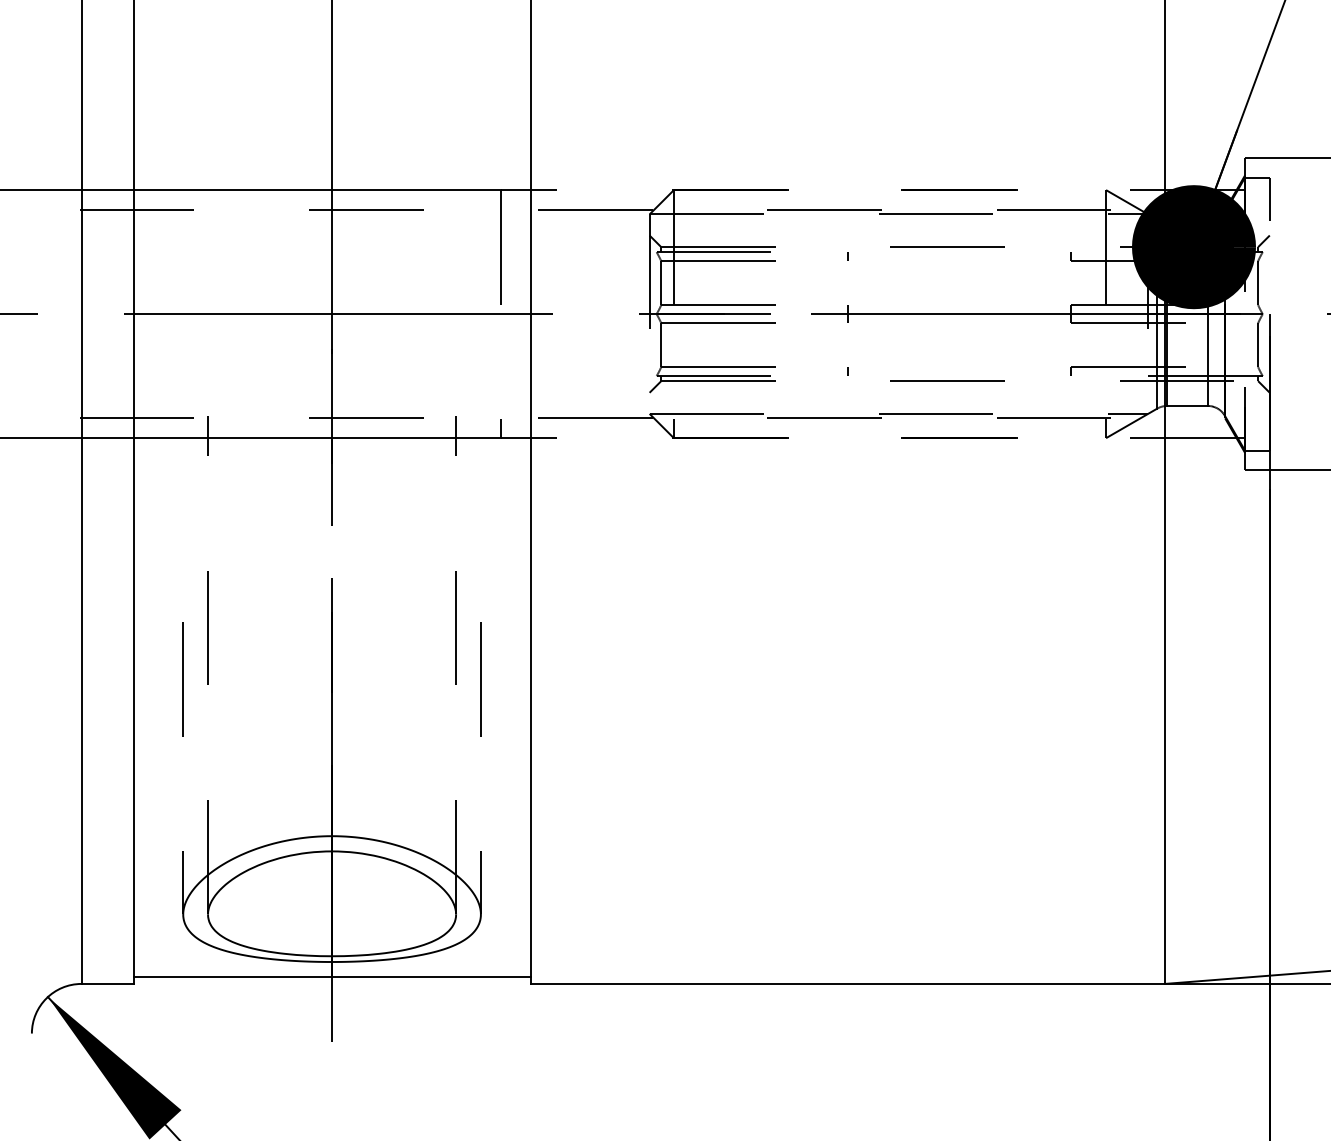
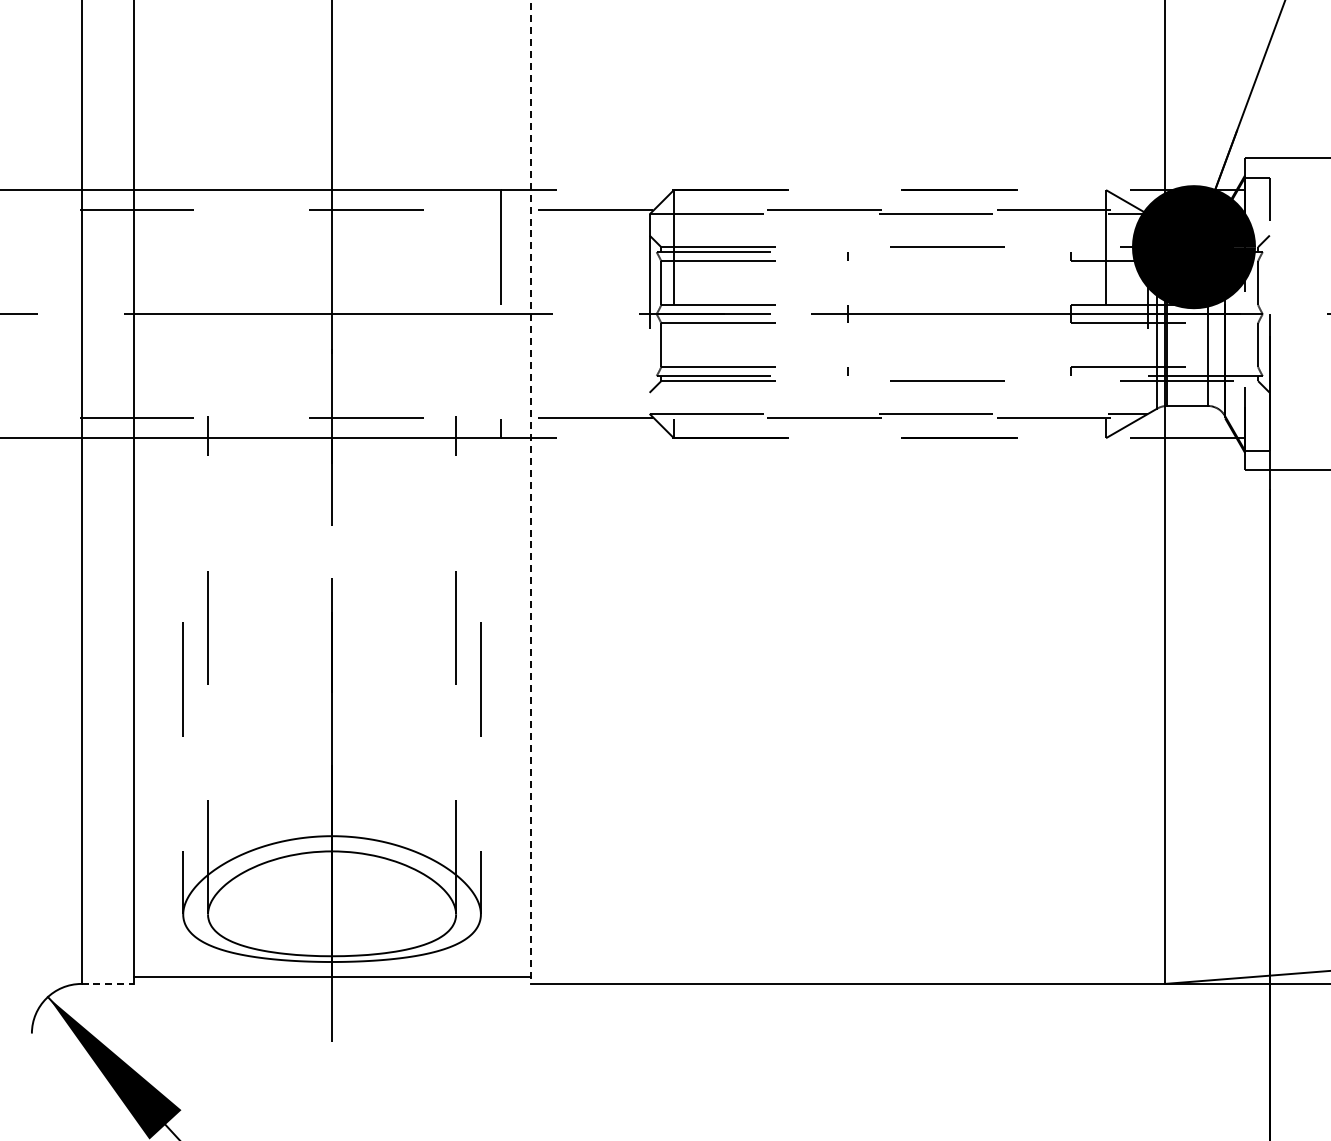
line at (530, 492): solid -> dashed
line at (108, 983): solid -> dashed
